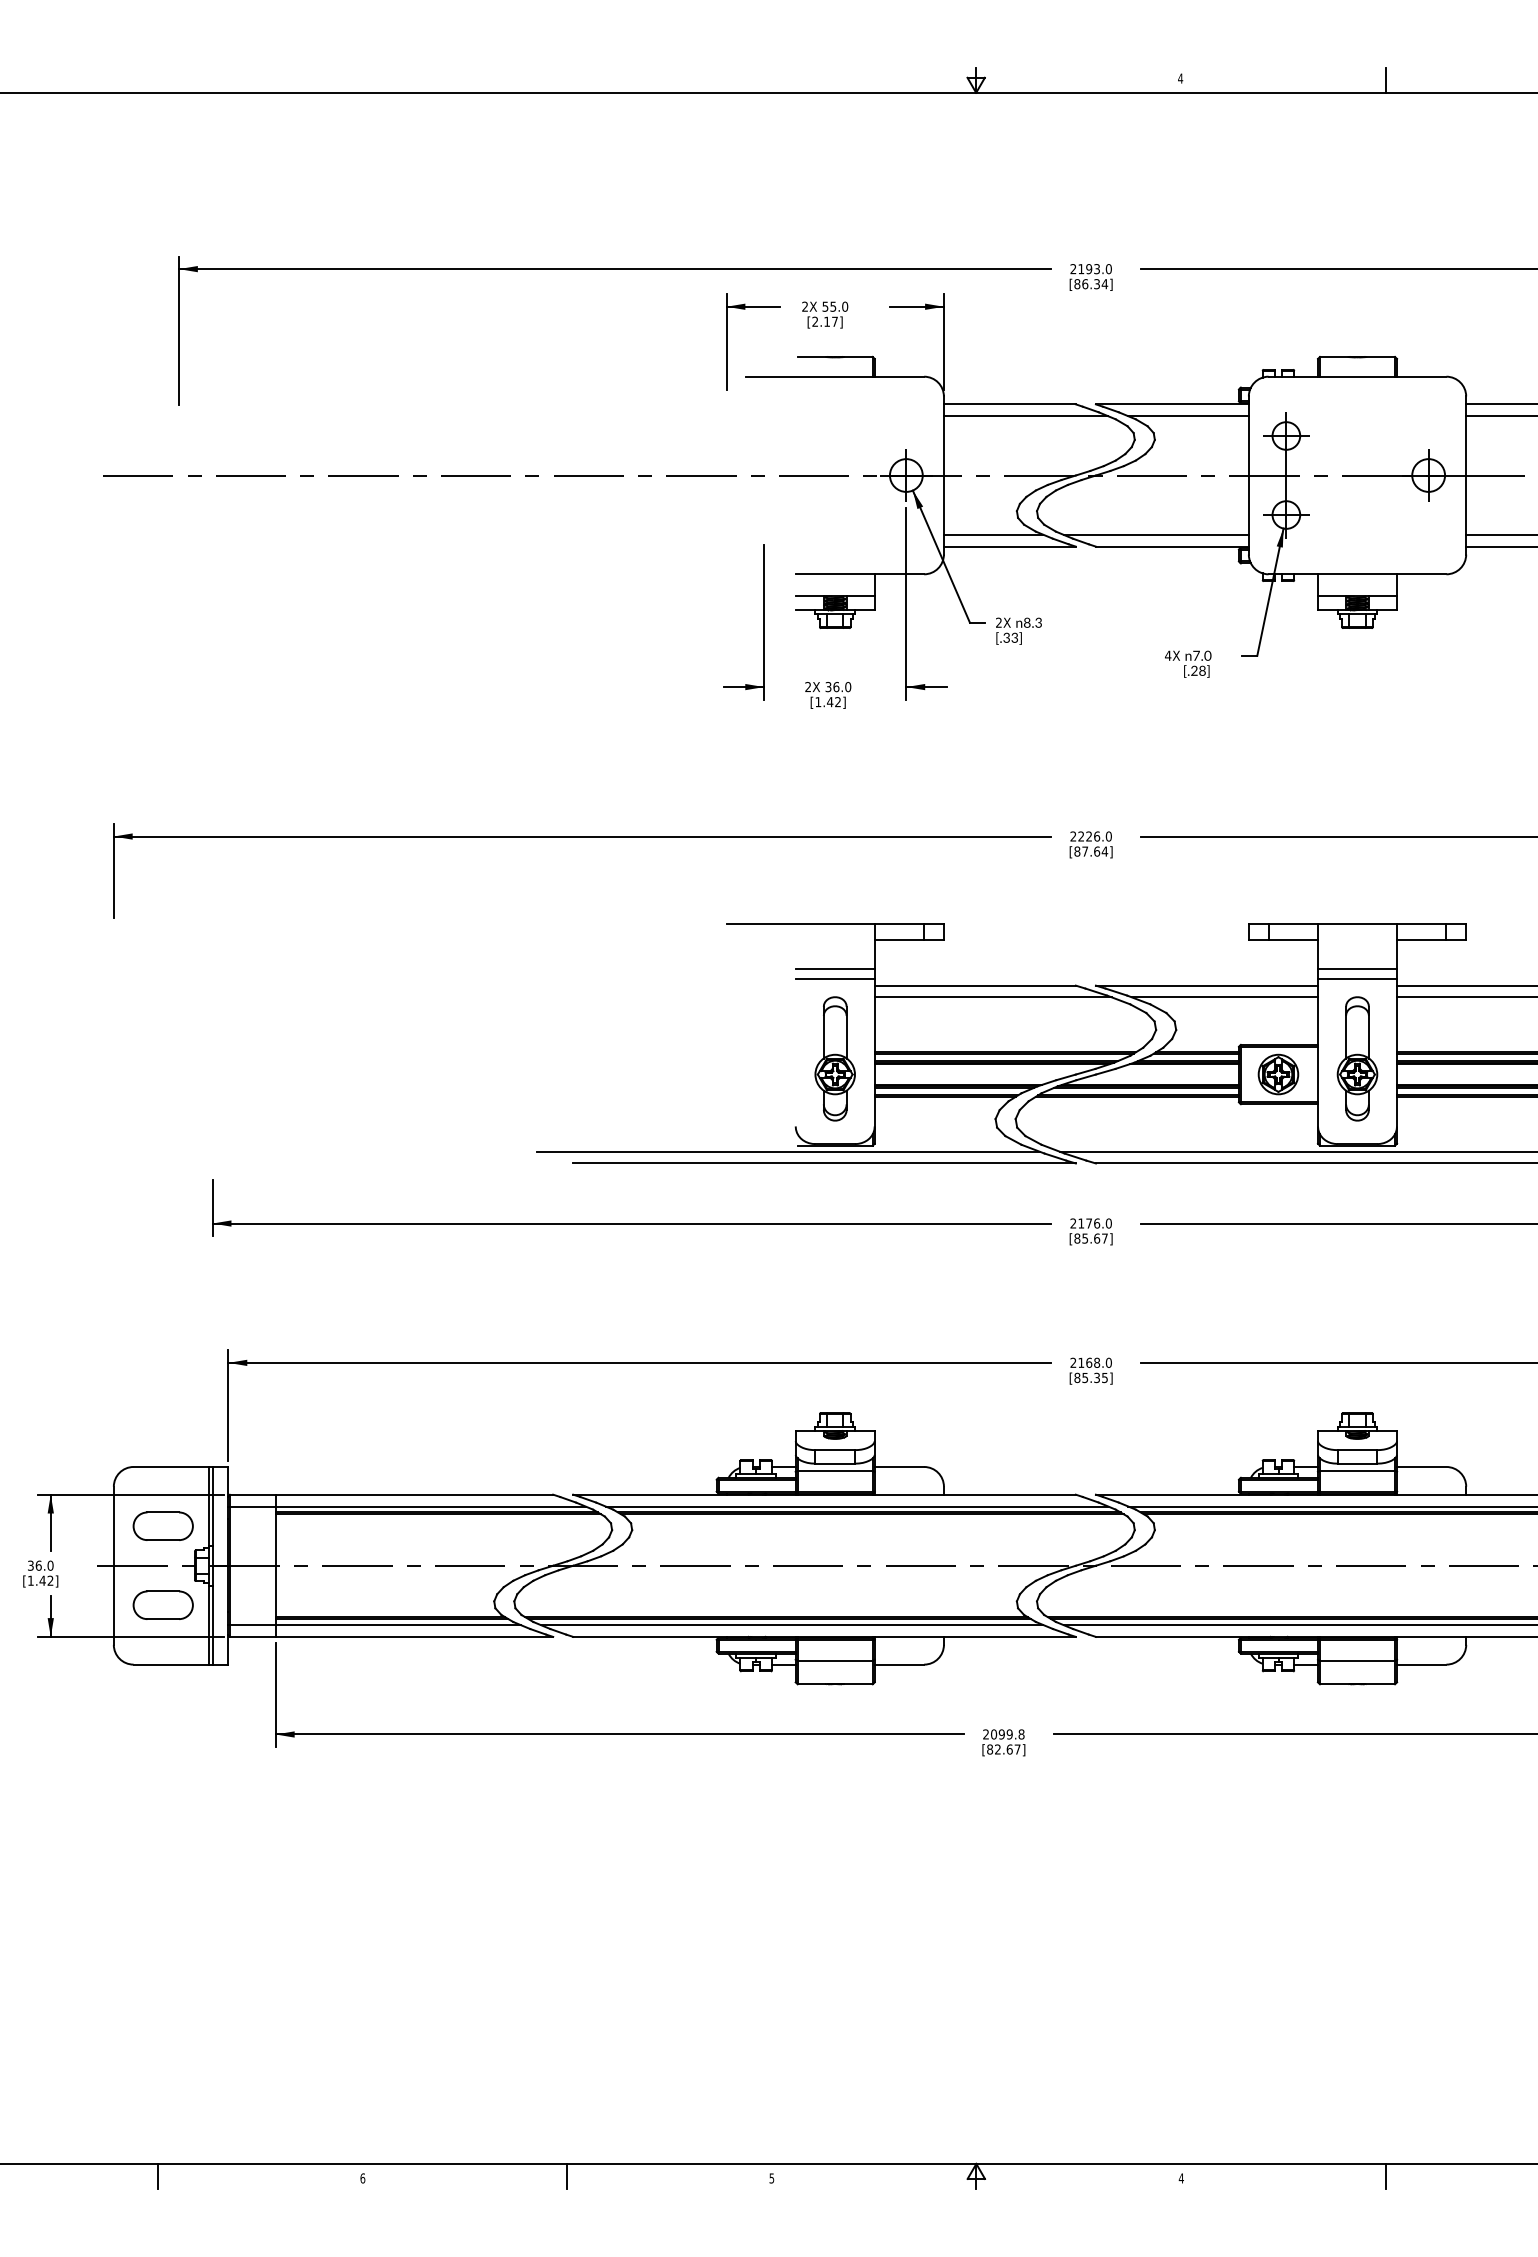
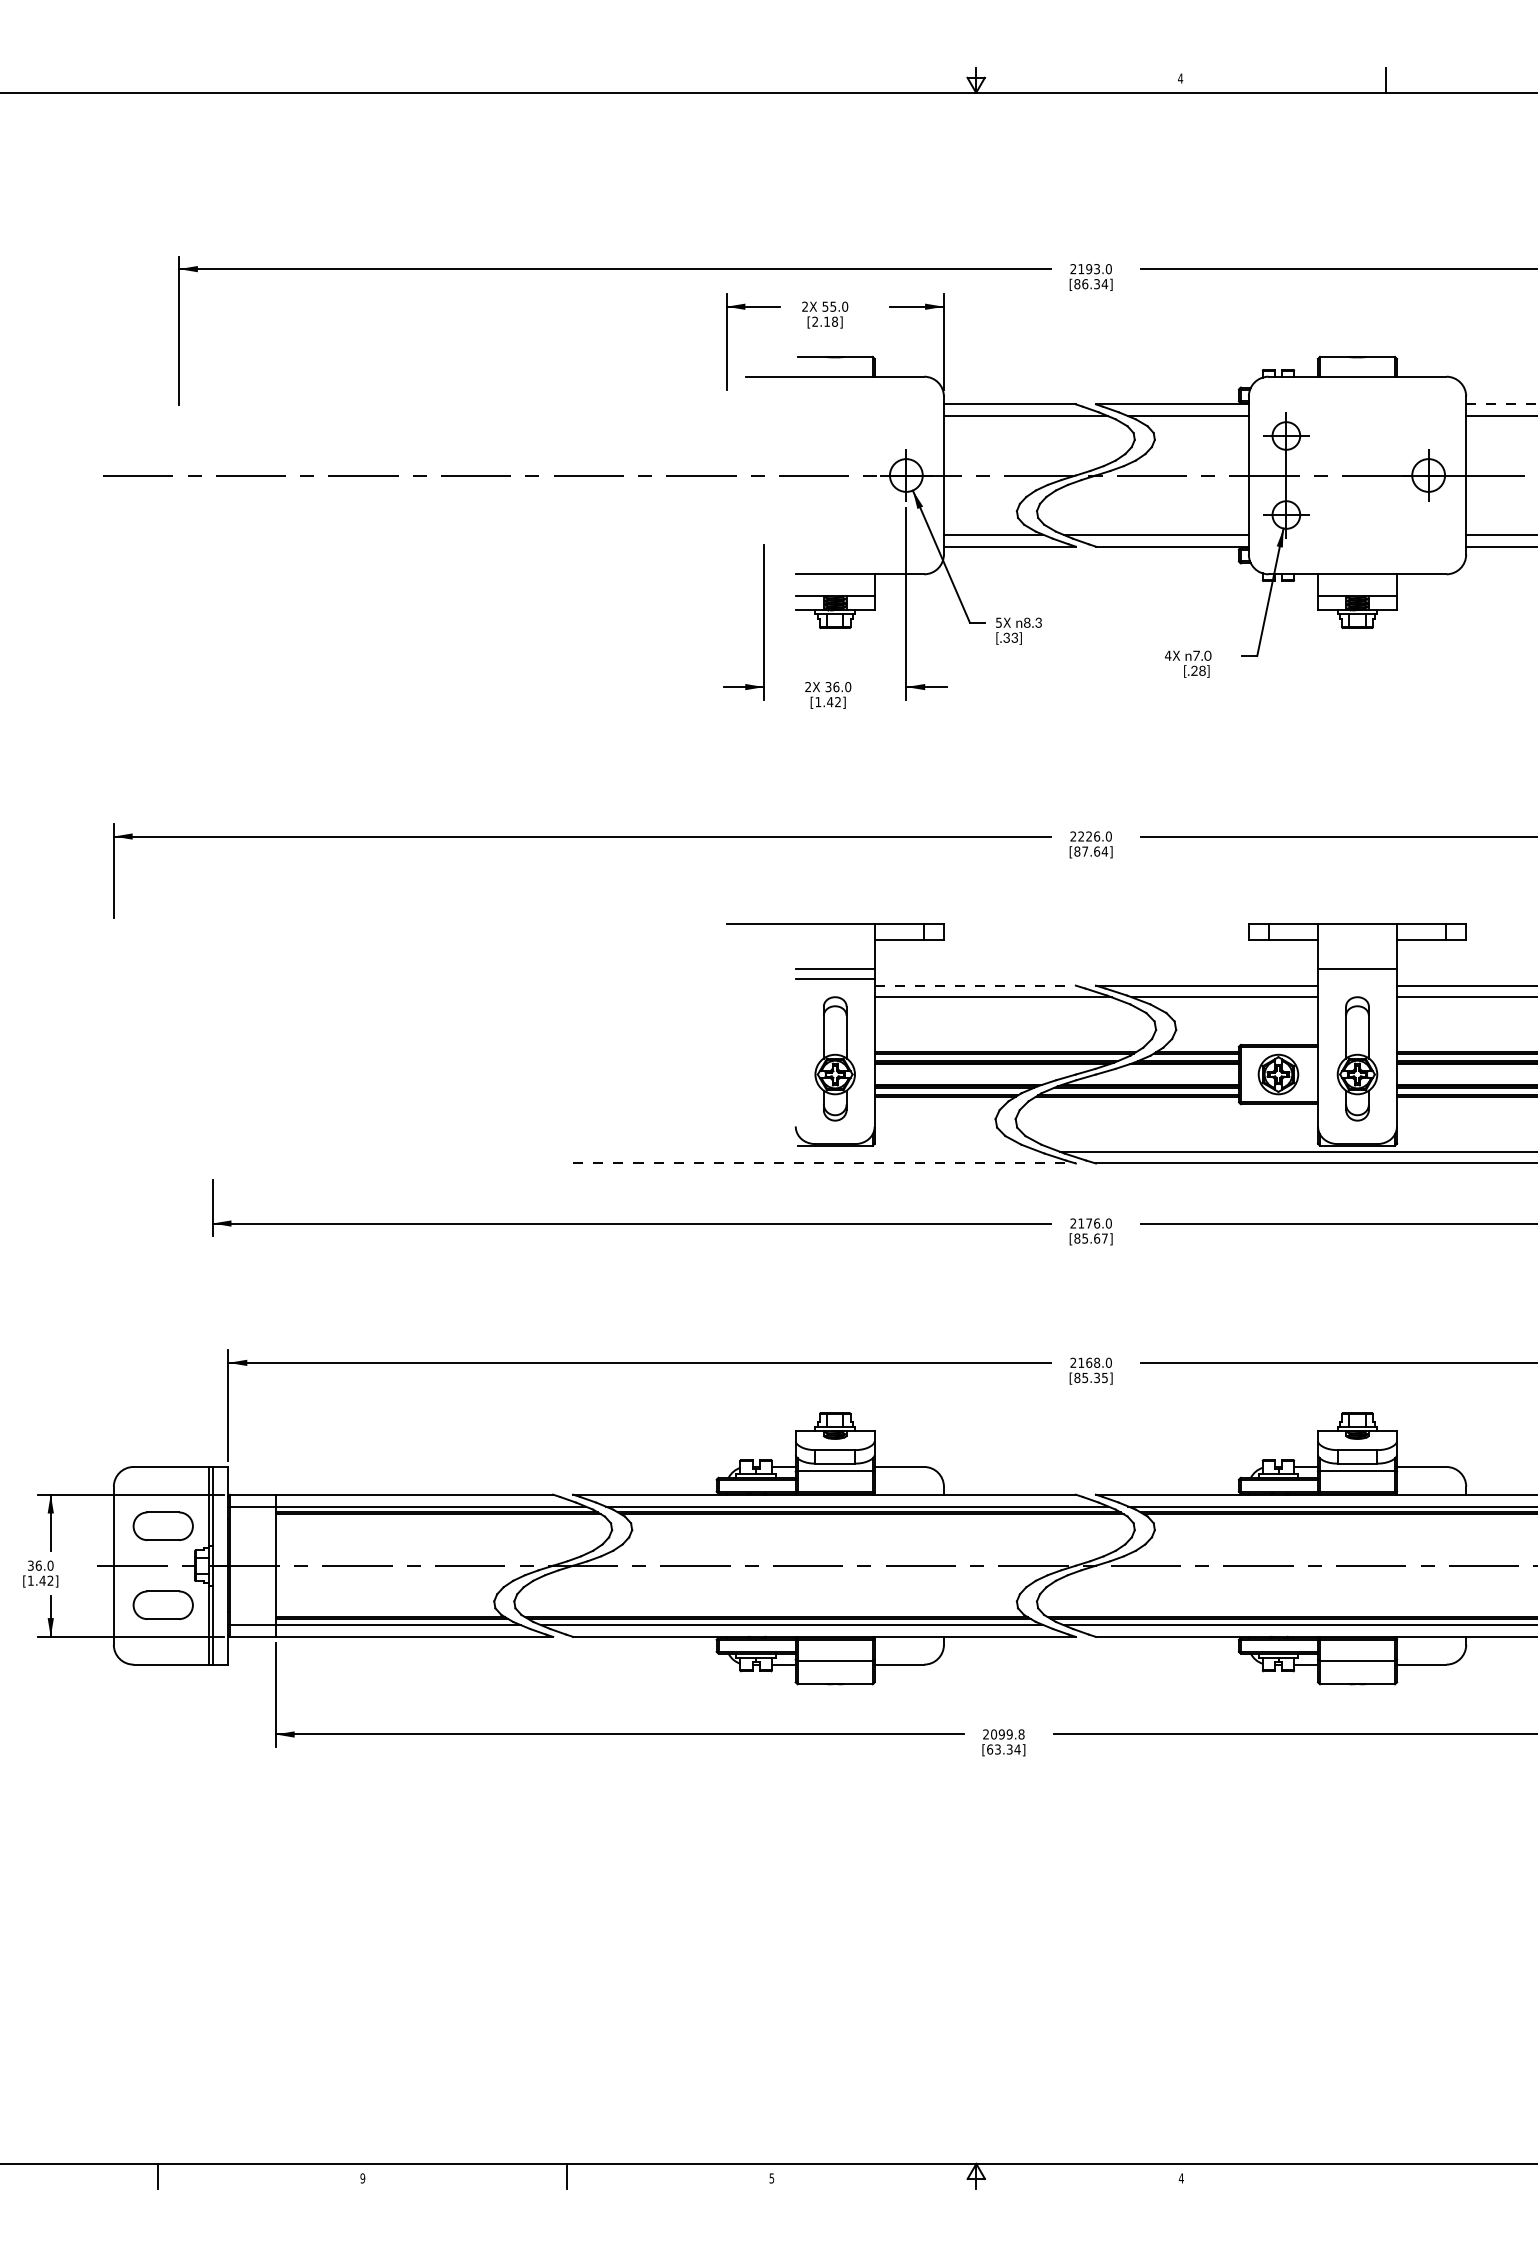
text at (834, 321): [2.17] -> [2.18]
line at (1502, 404): solid -> dashed
text at (998, 622): 2X -> 5X
line at (1357, 979): present -> none
line at (975, 985): solid -> dashed
line at (787, 1151): present -> none
line at (825, 1163): solid -> dashed
text at (1003, 1749): [82.67] -> [63.34]
line at (1385, 2176): present -> none
text at (362, 2178): 6 -> 9
